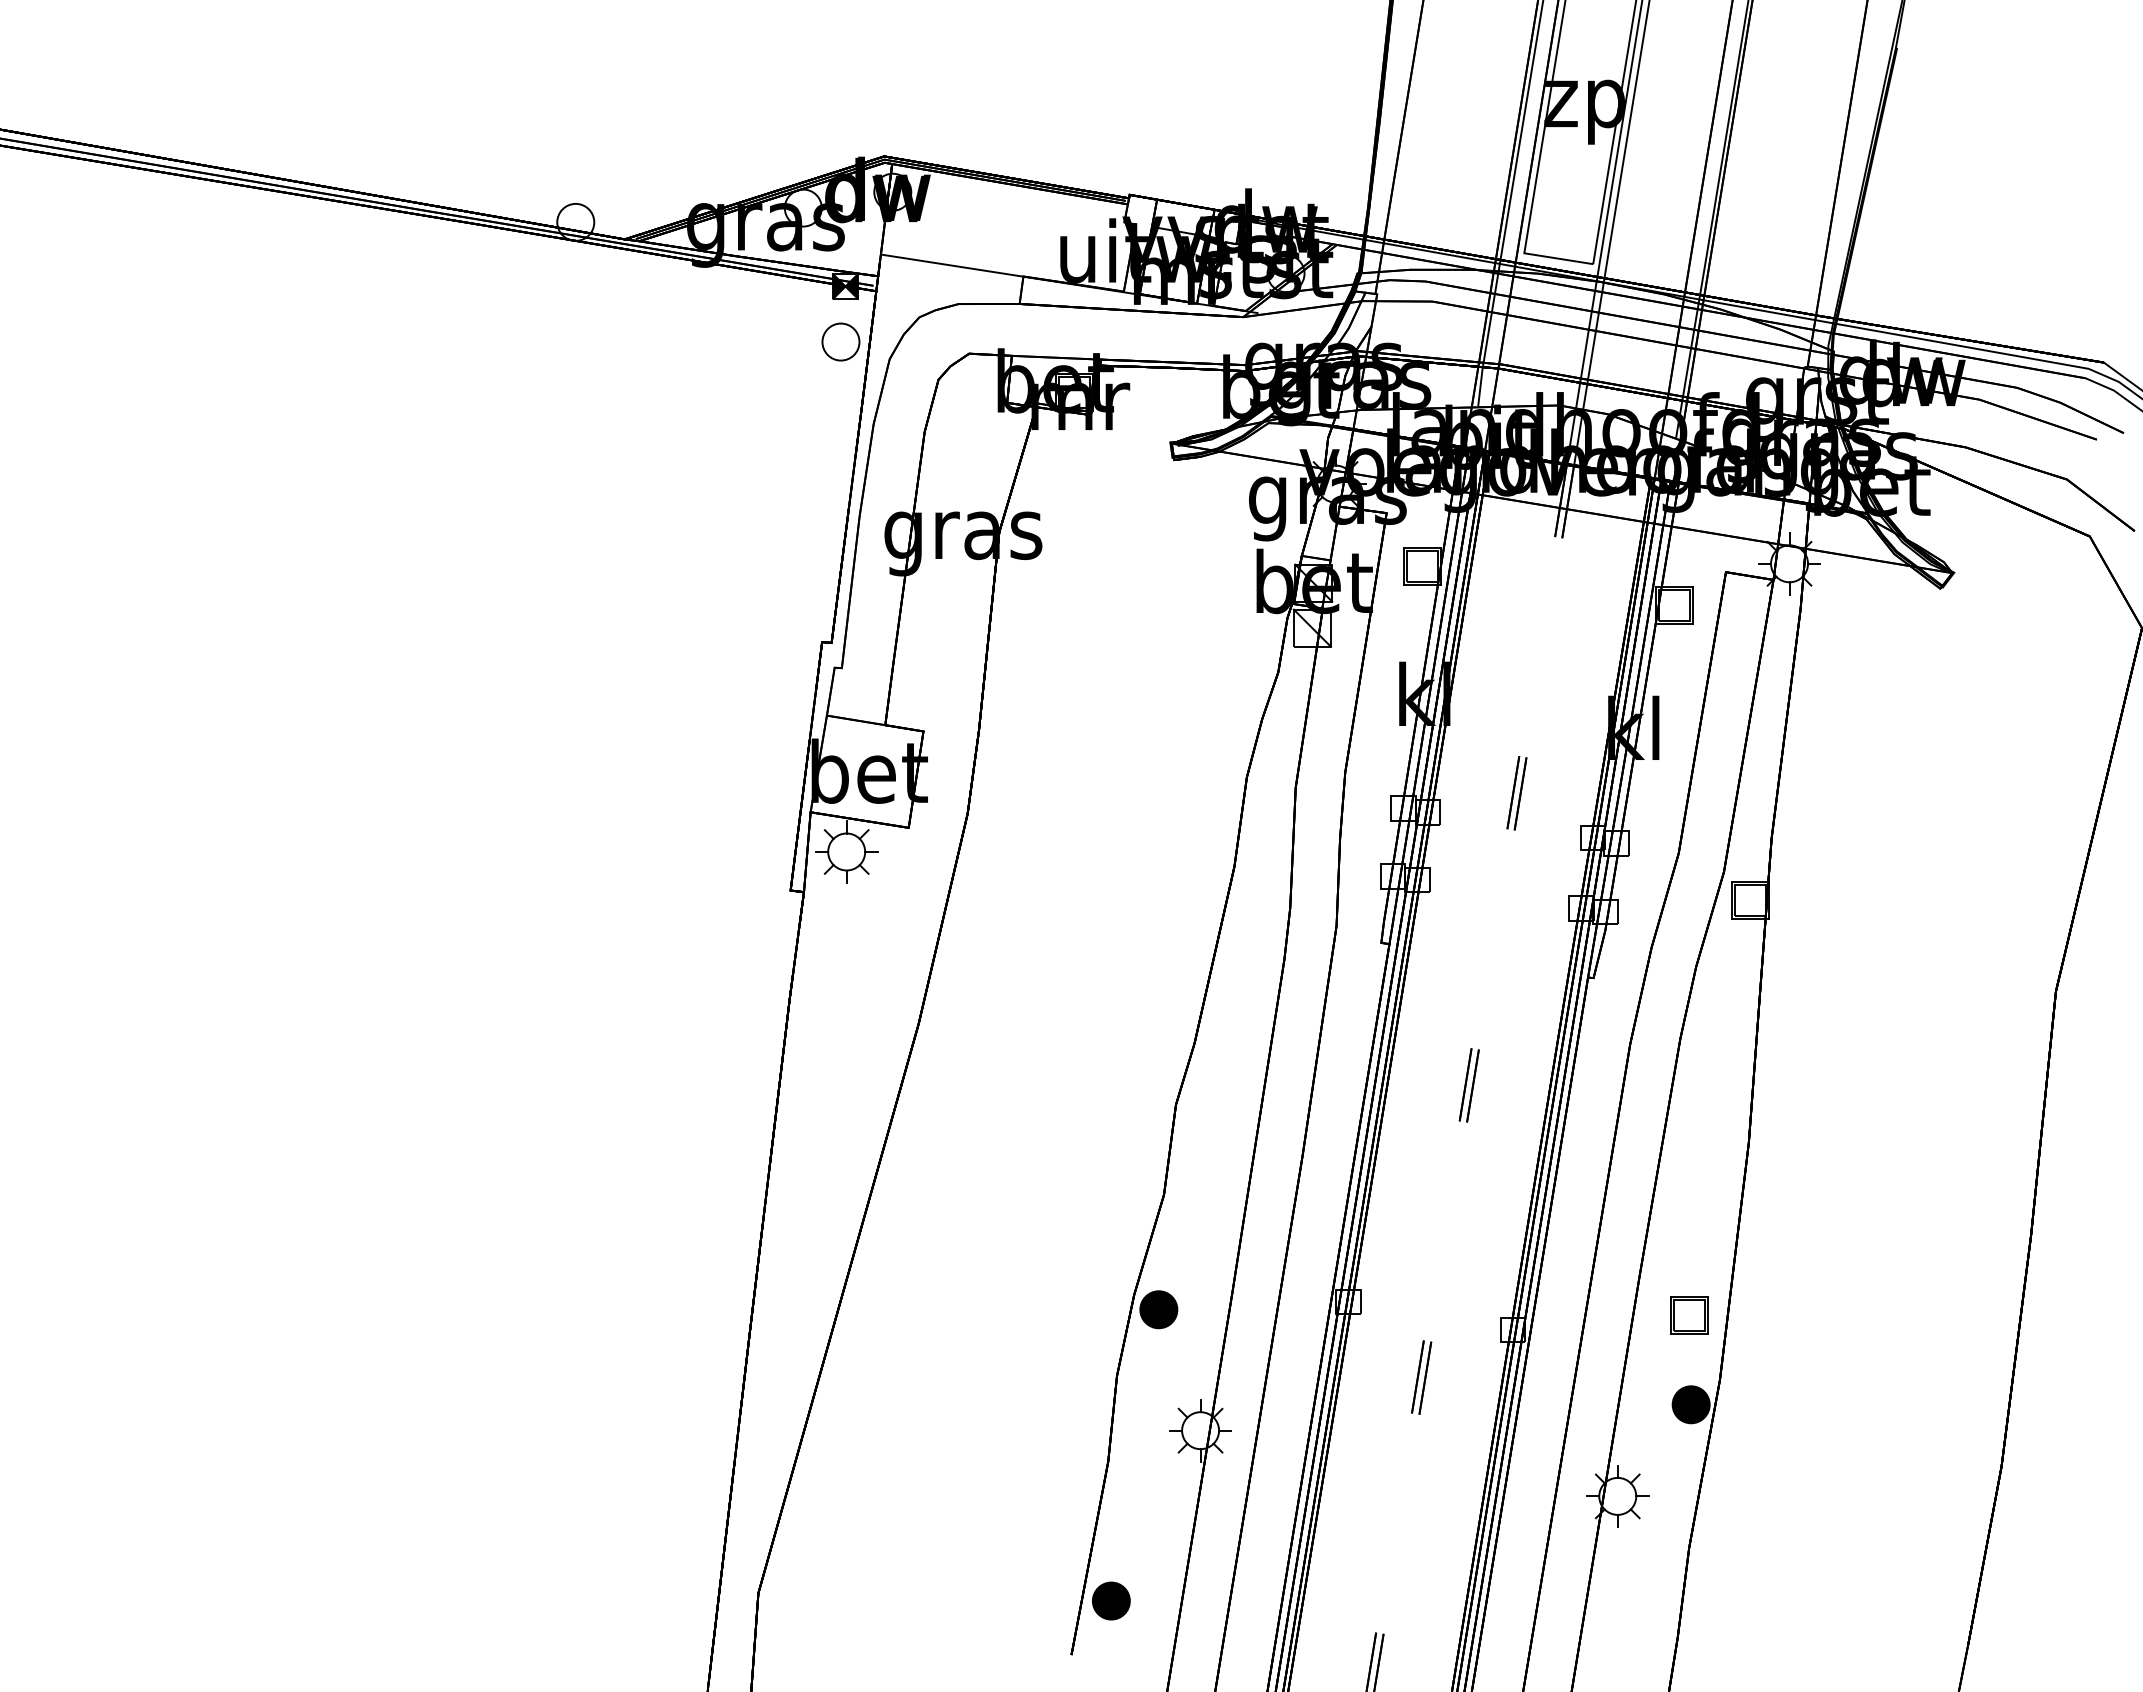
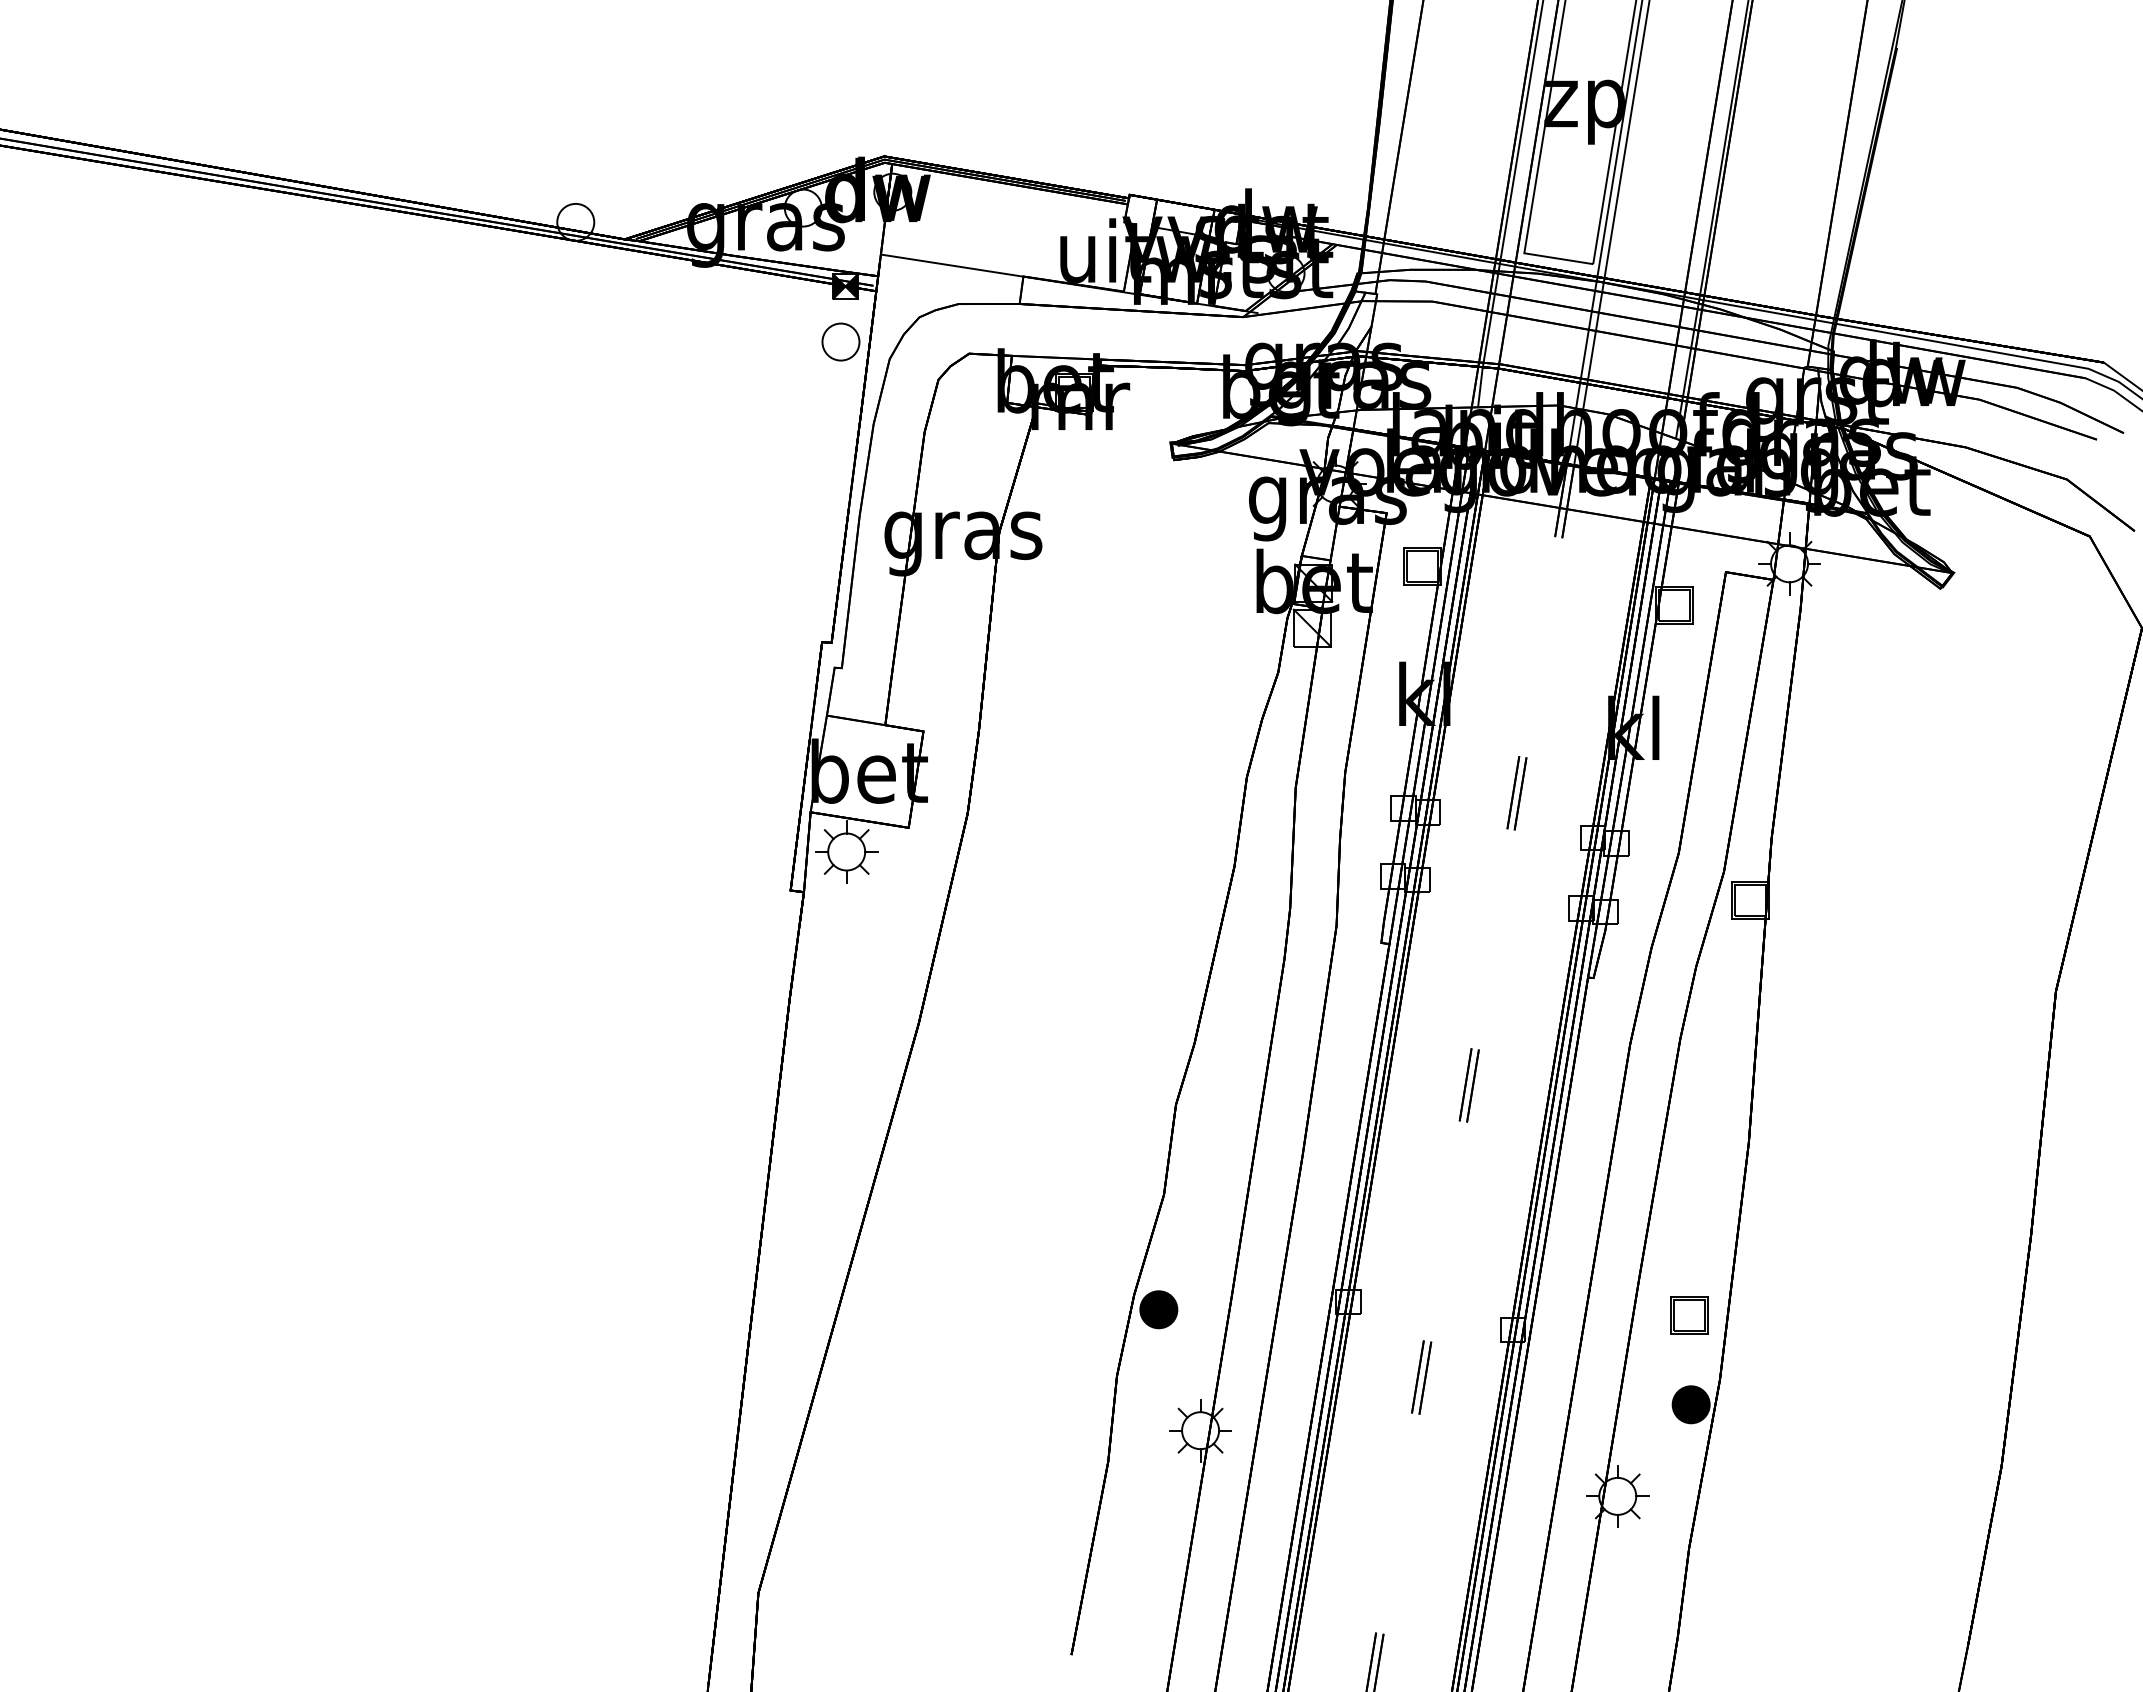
part at (1111, 1600): present -> none
